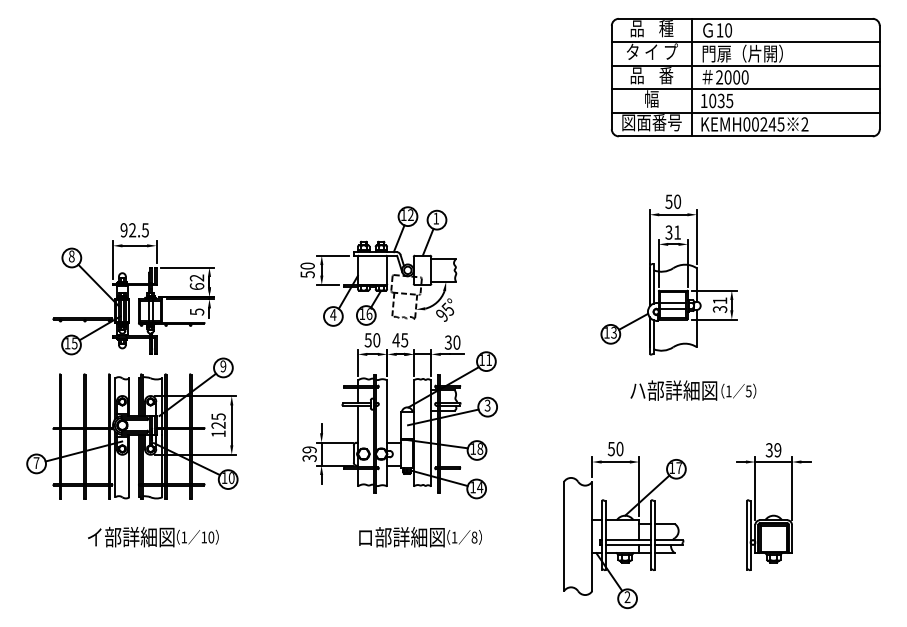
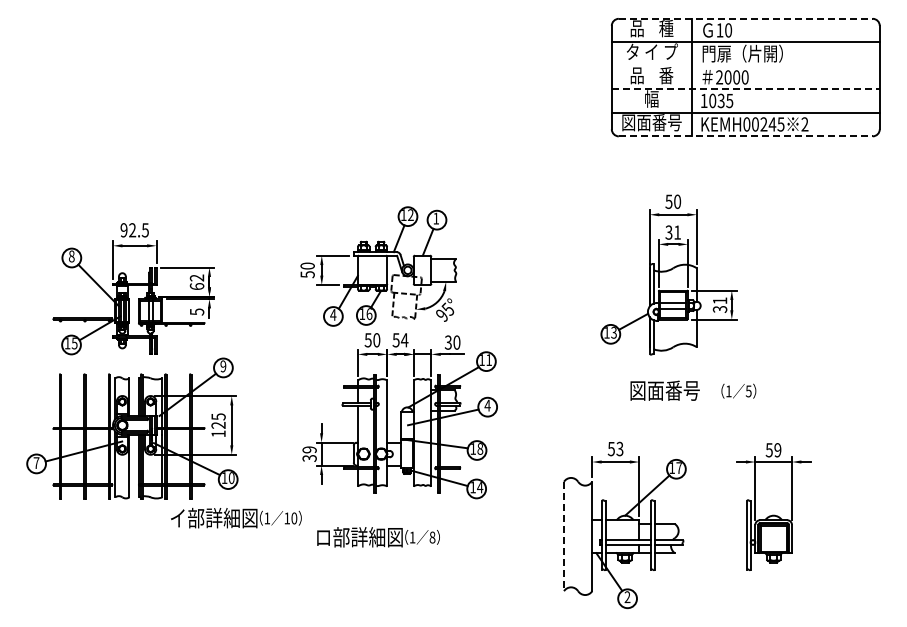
line at (745, 18): solid -> dashed
line at (745, 65): present -> none
line at (745, 89): solid -> dashed
line at (745, 136): solid -> dashed
text at (400, 340): 45 -> 54
text at (673, 390): ハ部詳細図 -> 図面番号
text at (487, 405): 3 -> 4
text at (619, 449): 50 -> 53
text at (769, 449): 39 -> 59
line at (564, 536): solid -> dashed
text at (153, 537) position: (153, 537) -> (236, 518)
text at (420, 537) position: (420, 537) -> (378, 537)
